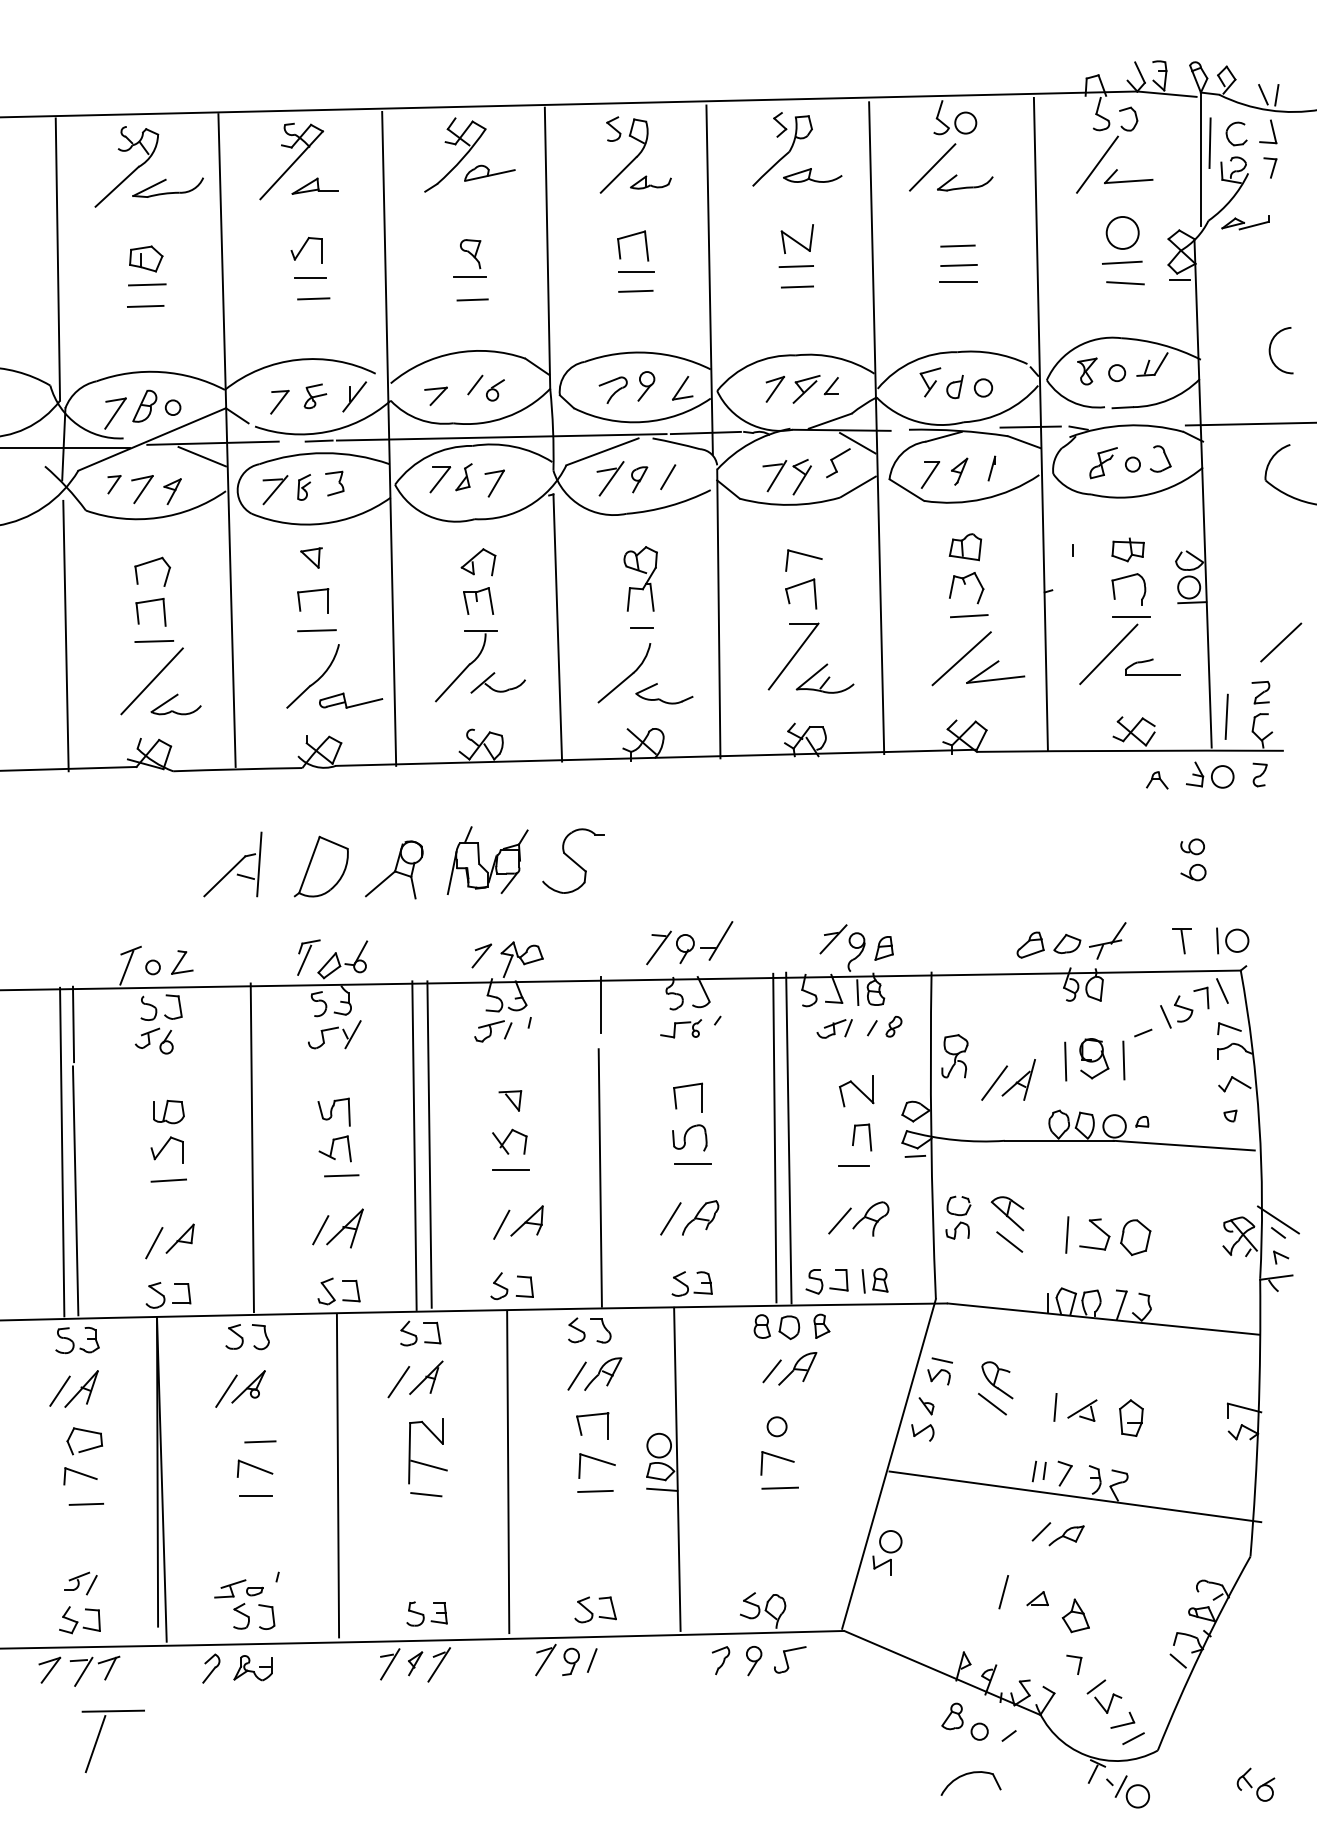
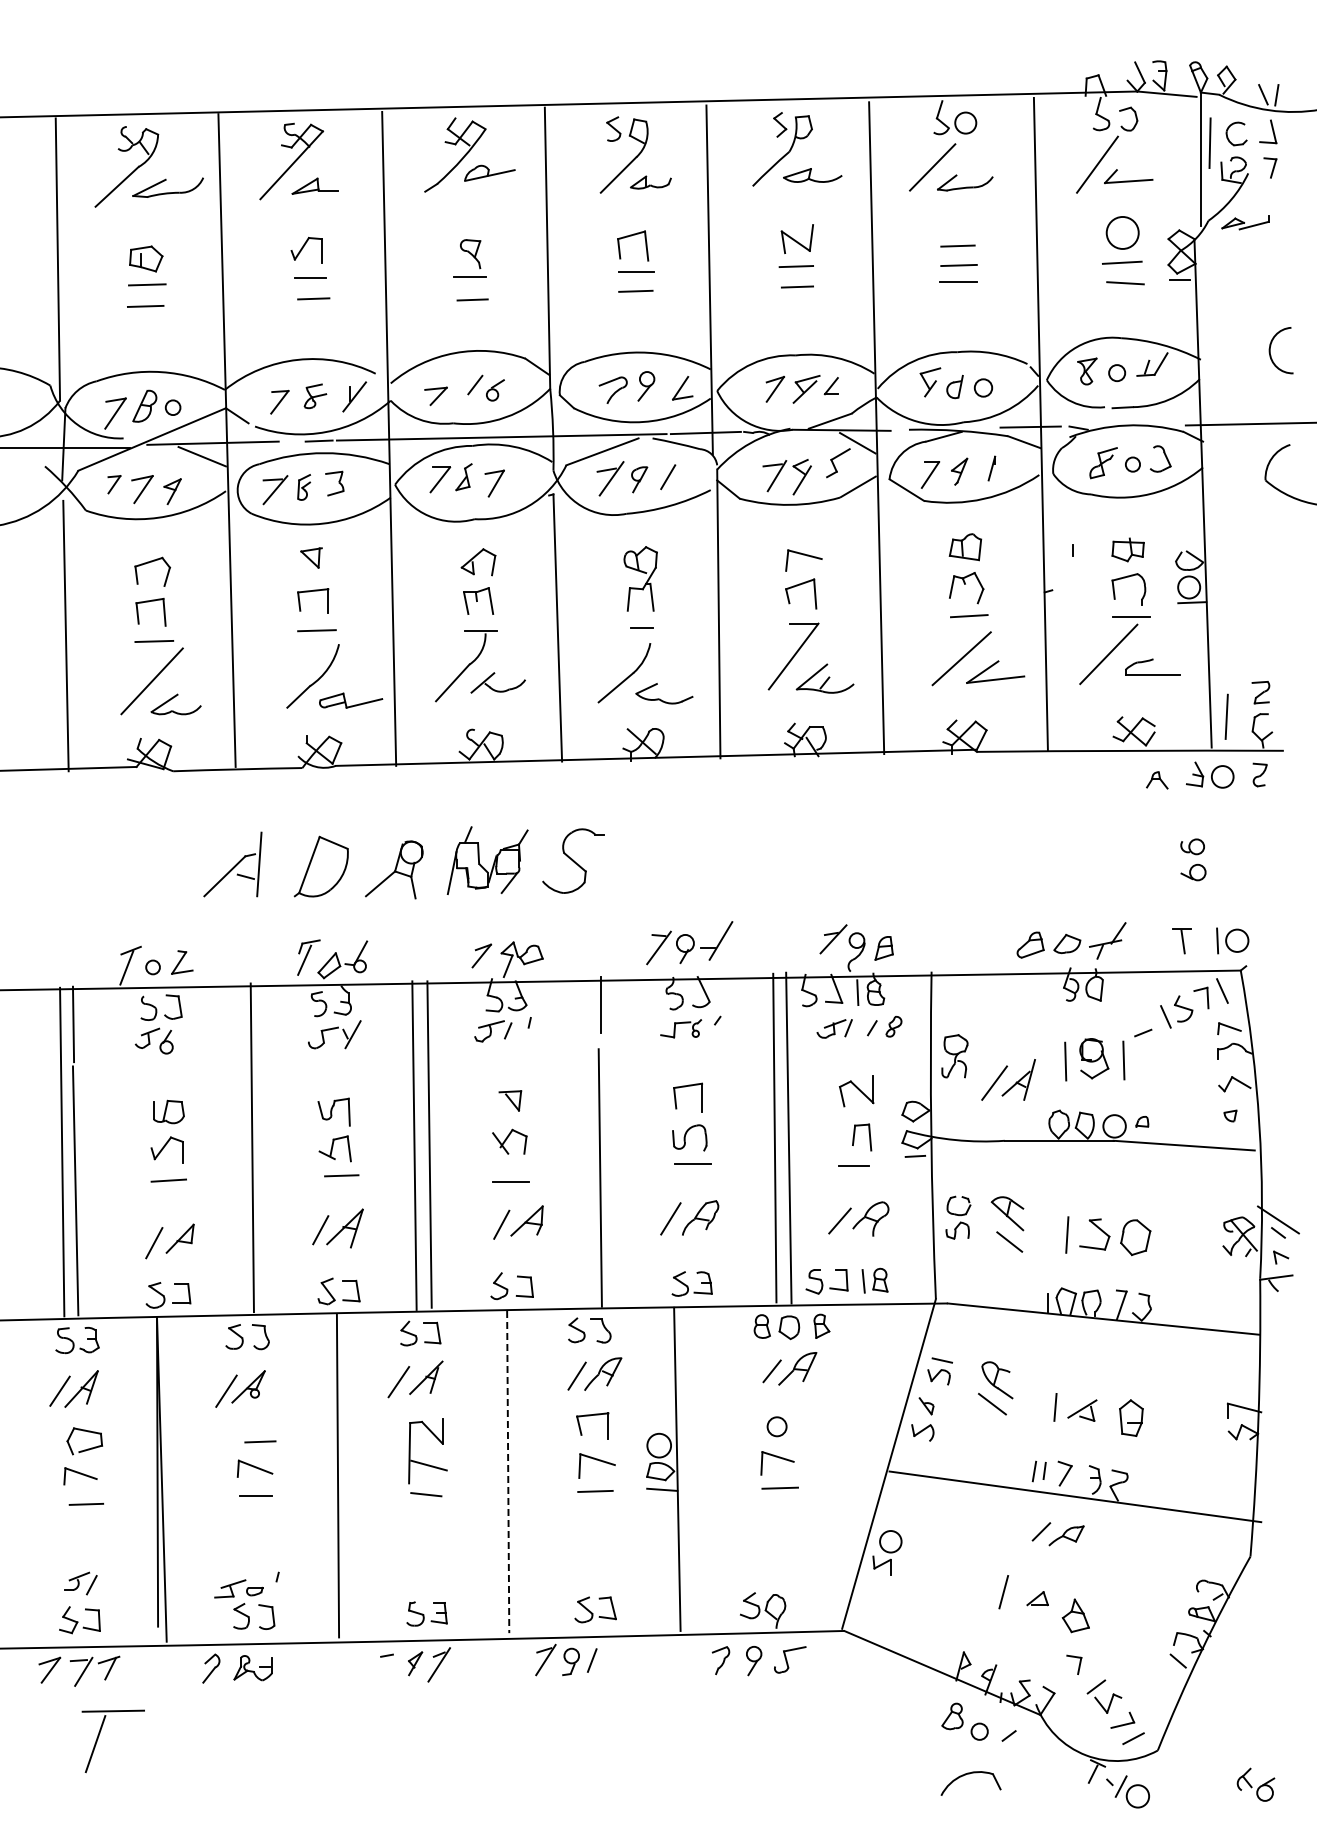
line at (1281, 642): present -> none
line at (510, 1169) position: (510, 1169) -> (510, 1181)
line at (508, 1472): solid -> dashed
line at (390, 1664): present -> none
